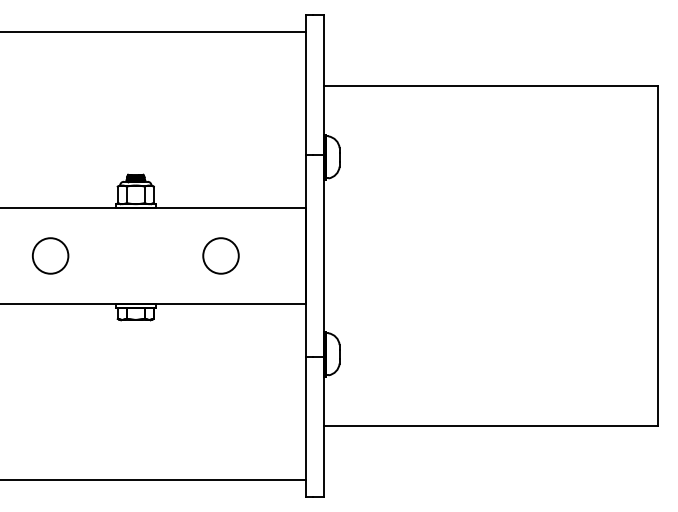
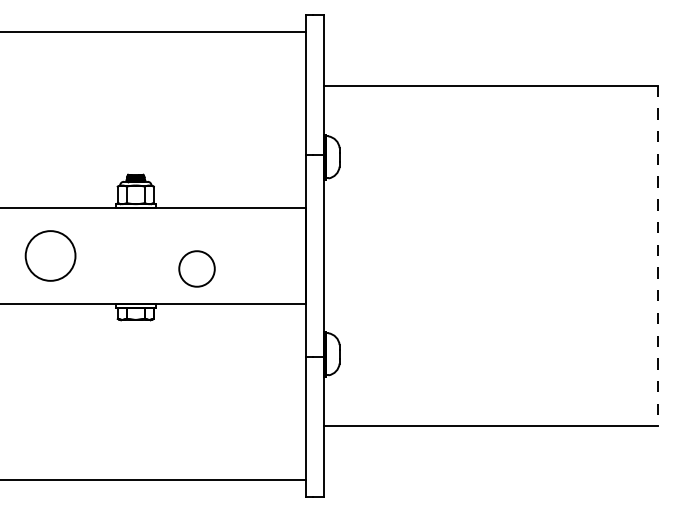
circle at (50, 255) diameter: 36 px -> 50 px
circle at (220, 255) position: (220, 255) -> (196, 268)
line at (657, 256): solid -> dashed
